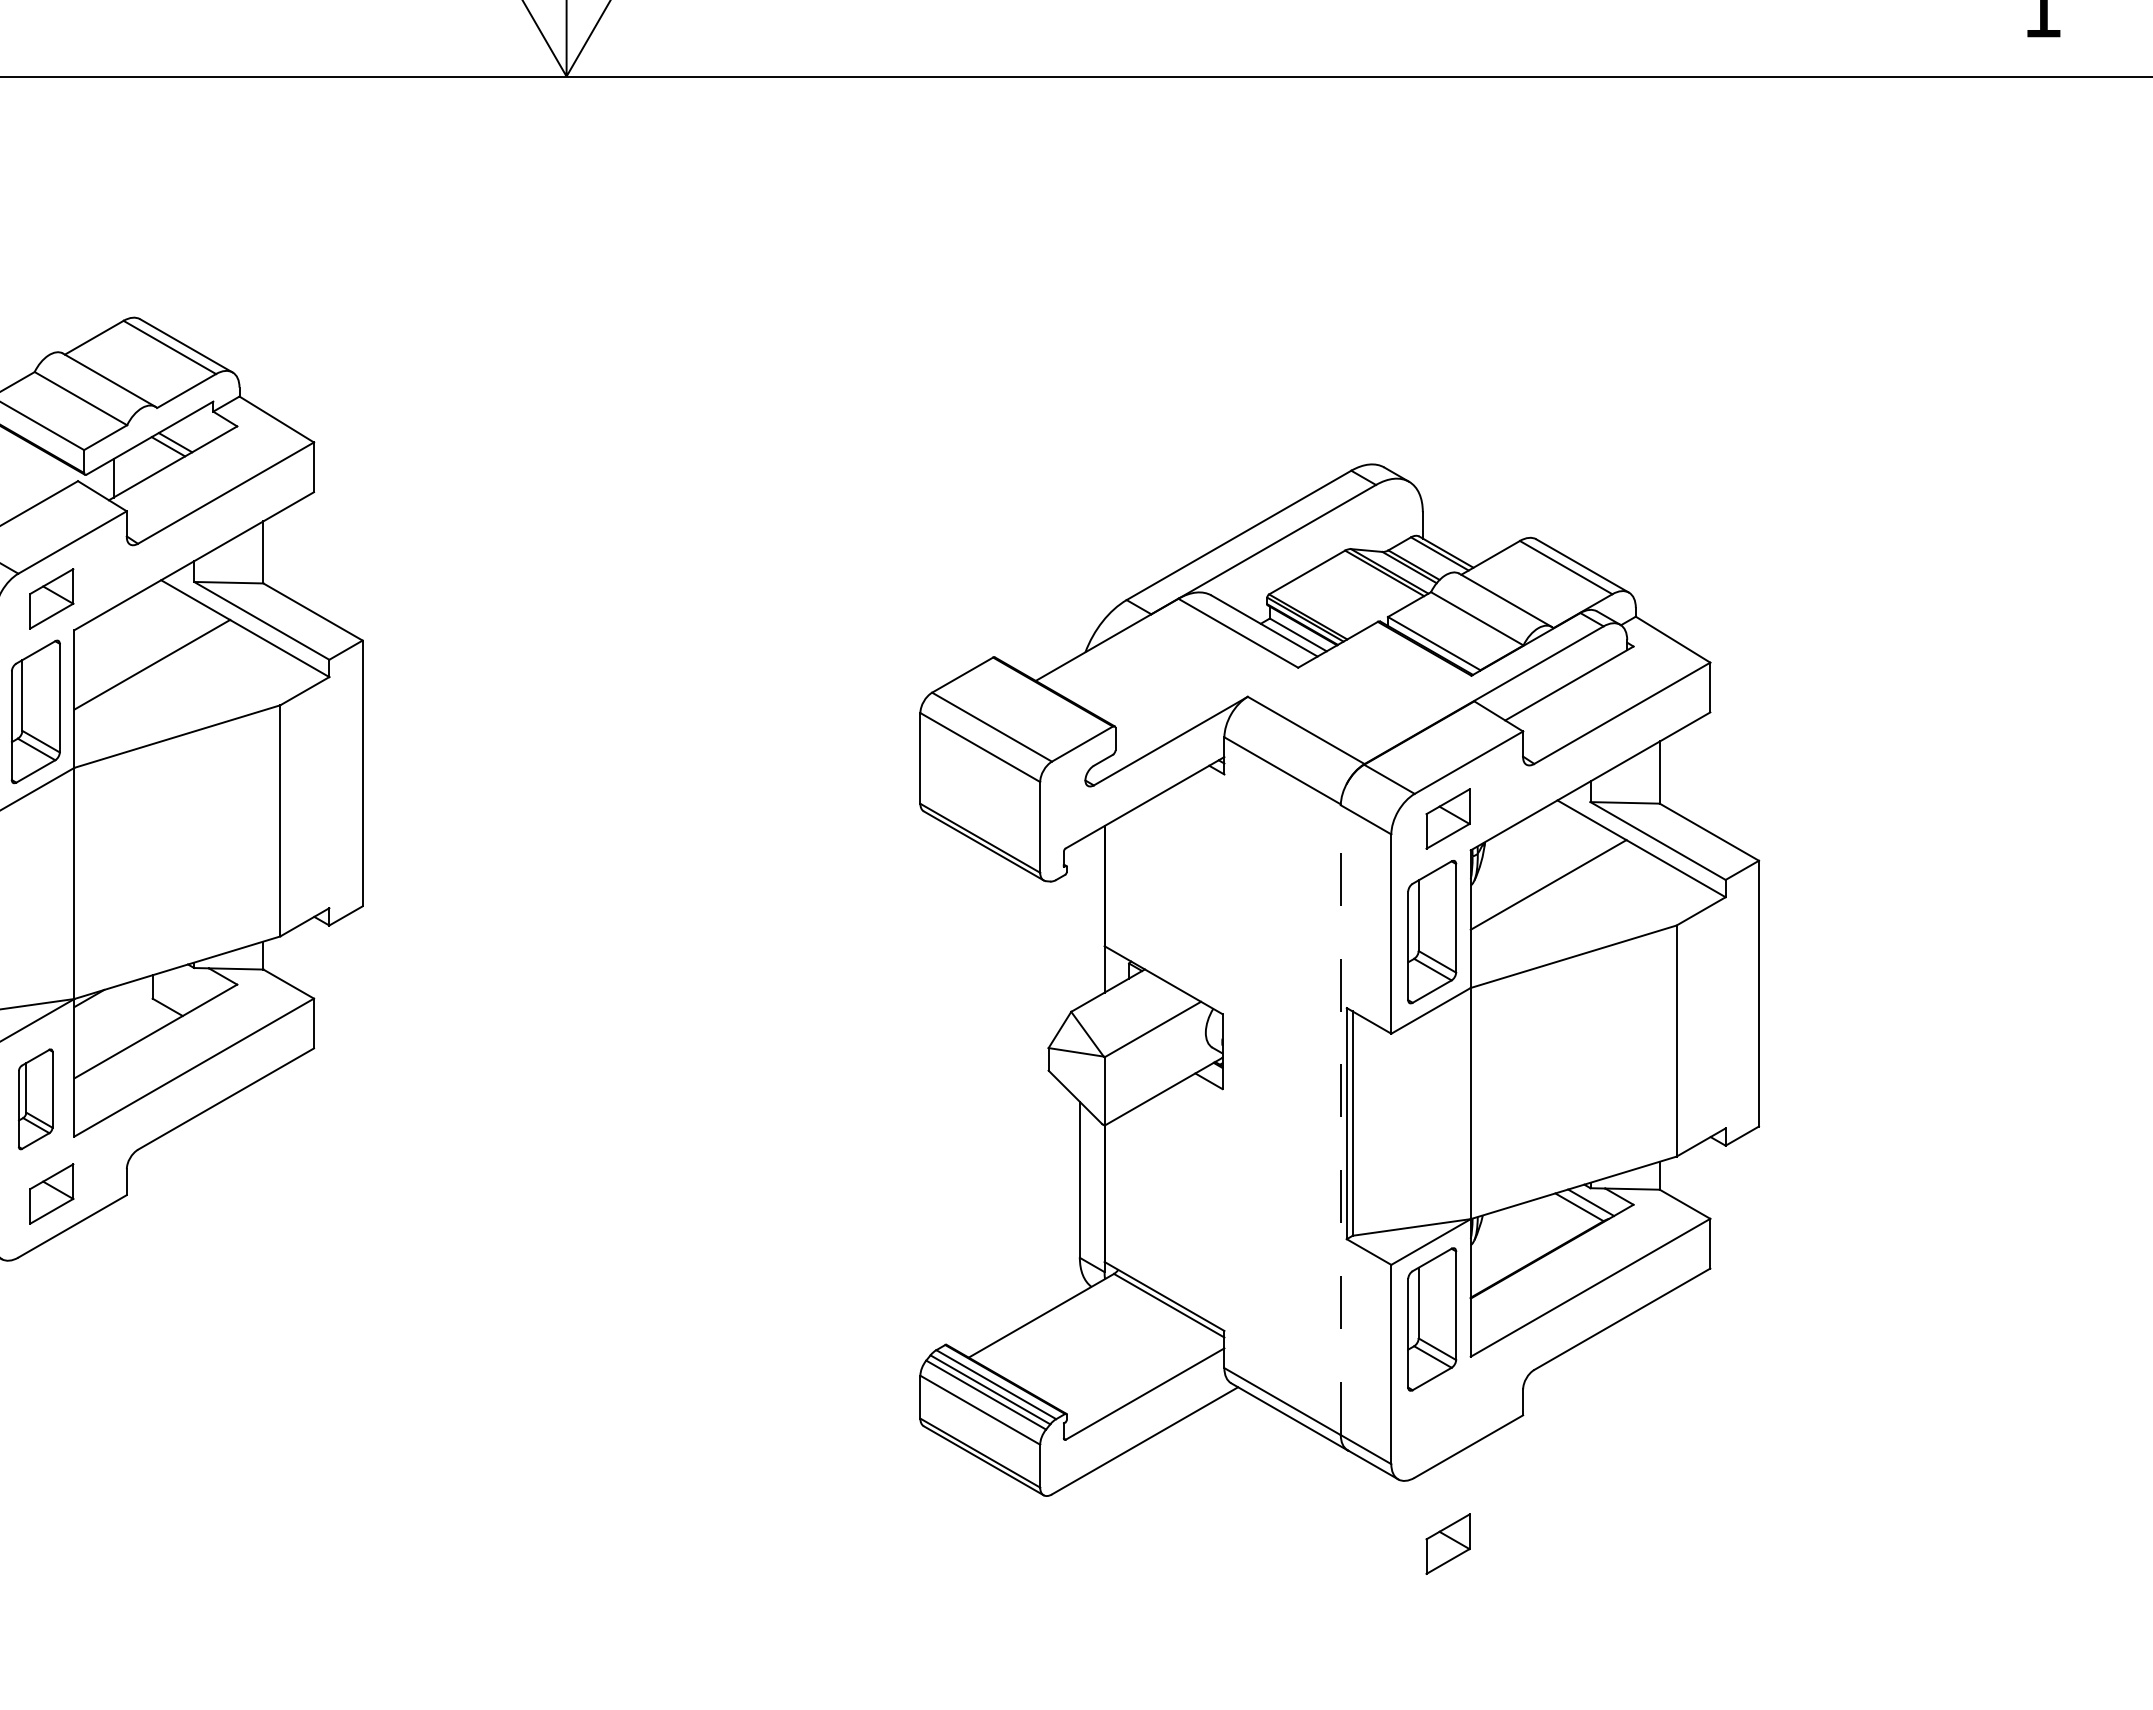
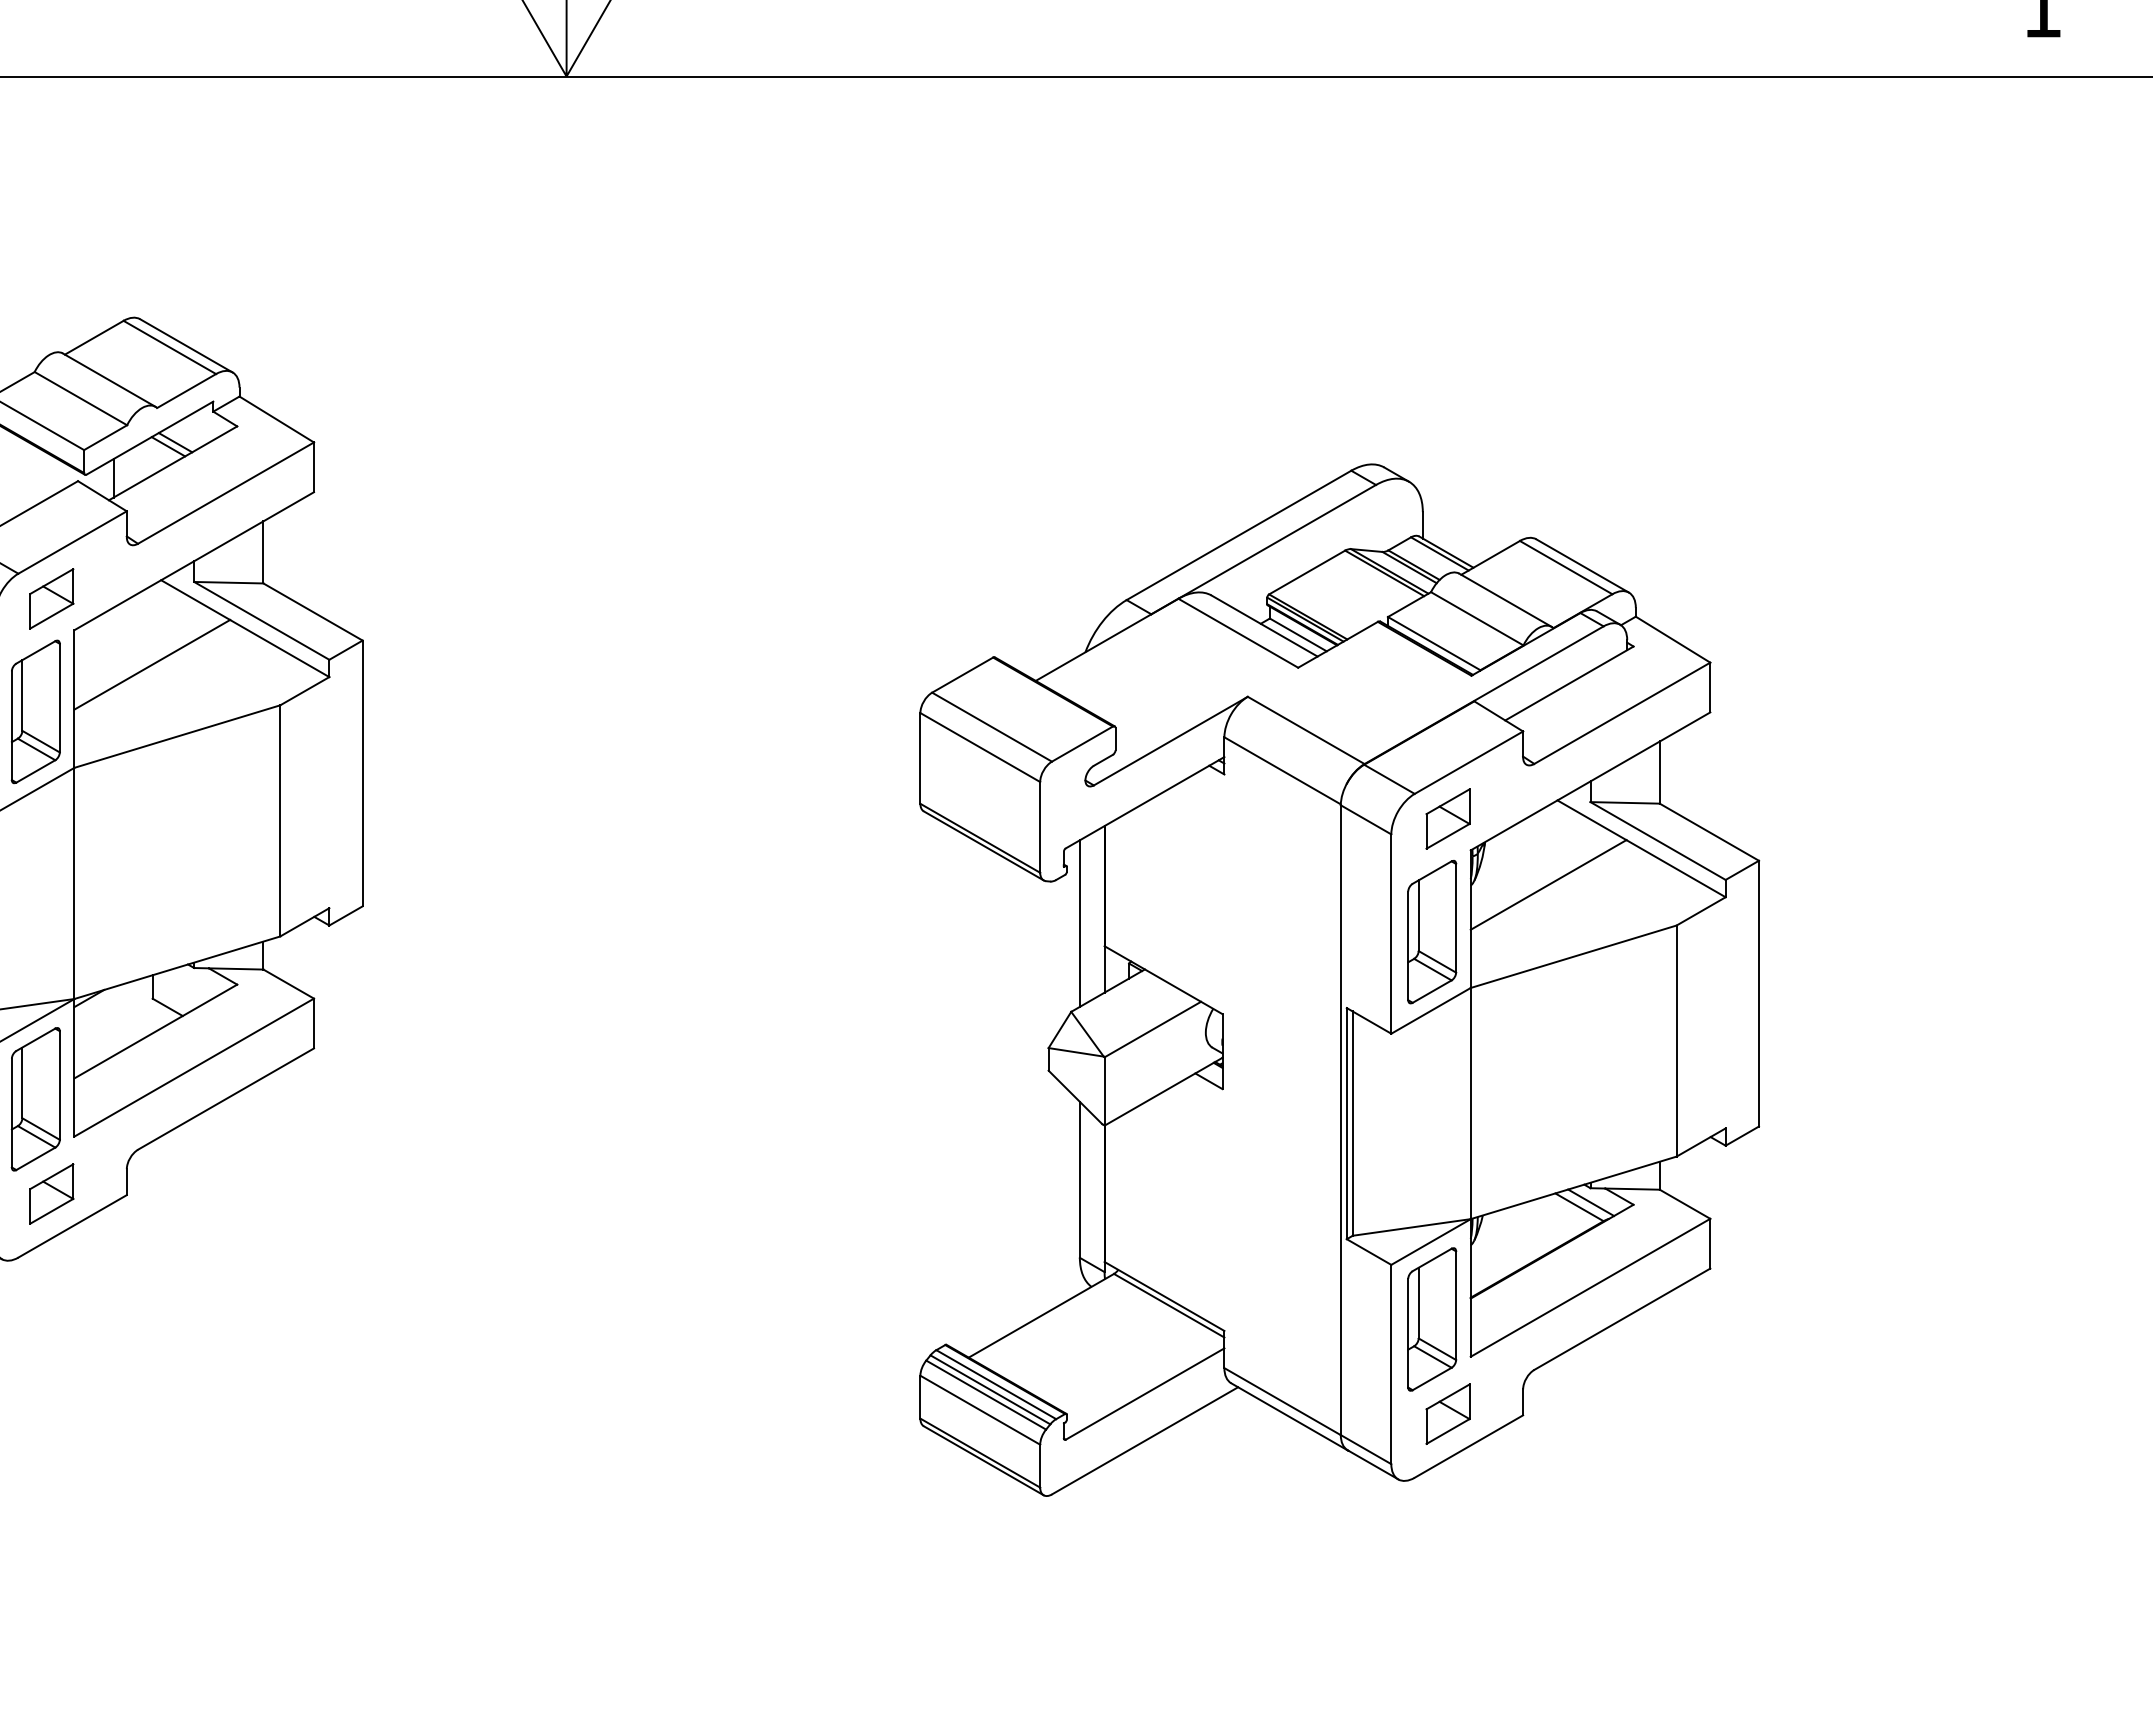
line at (1079, 923): none -> present
part at (35, 1099) size: 36x103 px -> 51x145 px
line at (1340, 1120): dashed -> solid
part at (1447, 1543) position: (1447, 1543) -> (1447, 1413)
